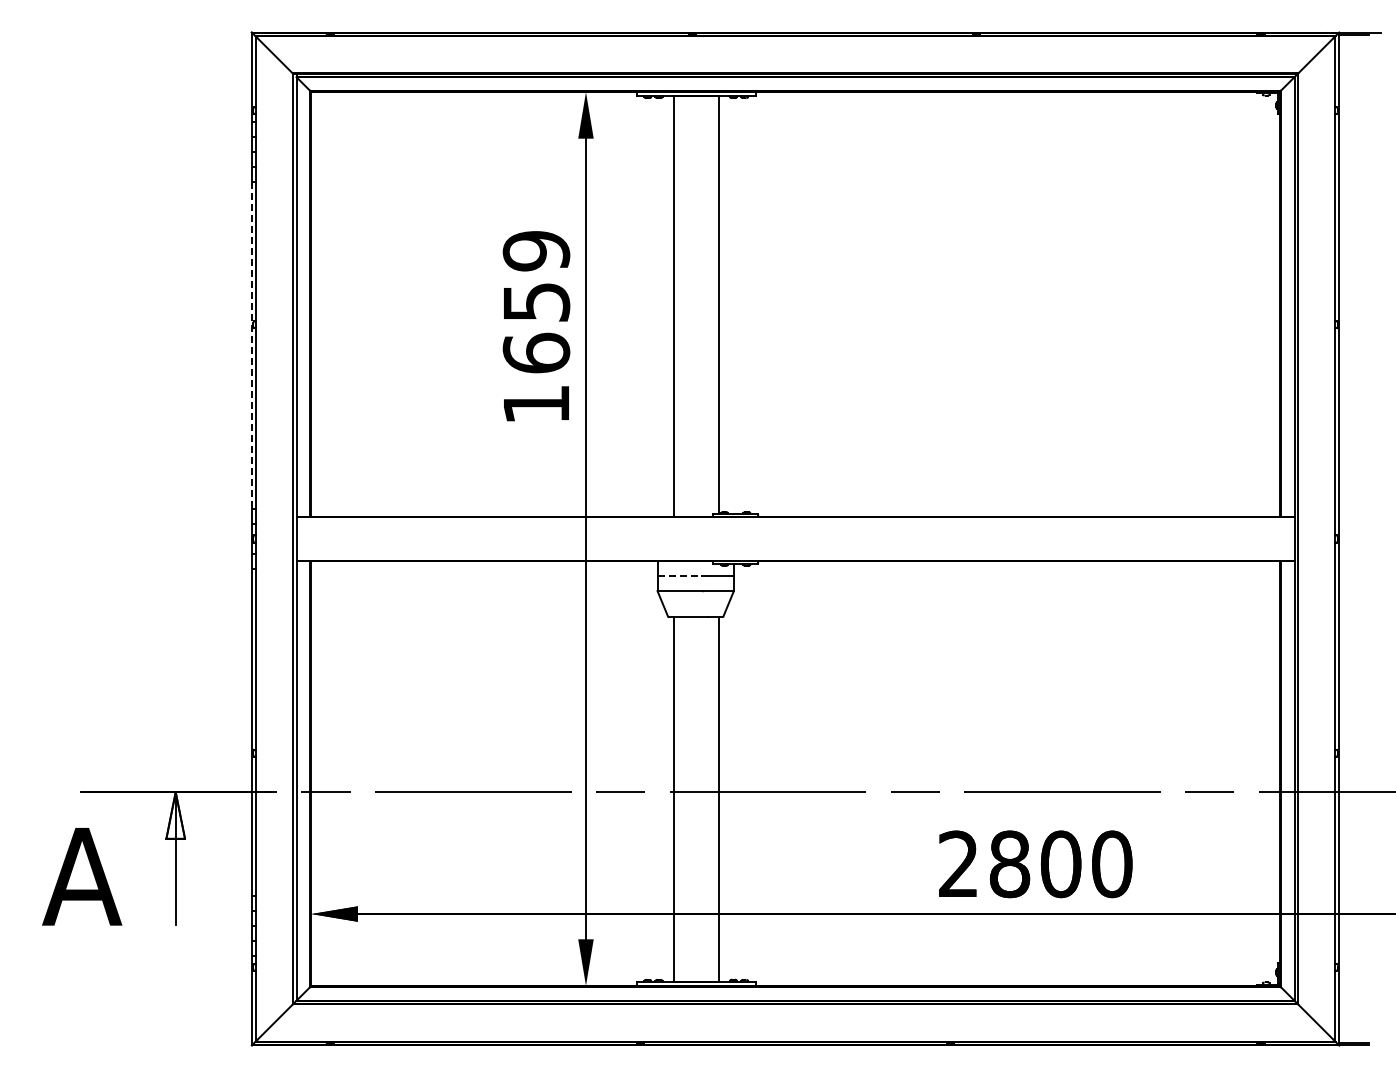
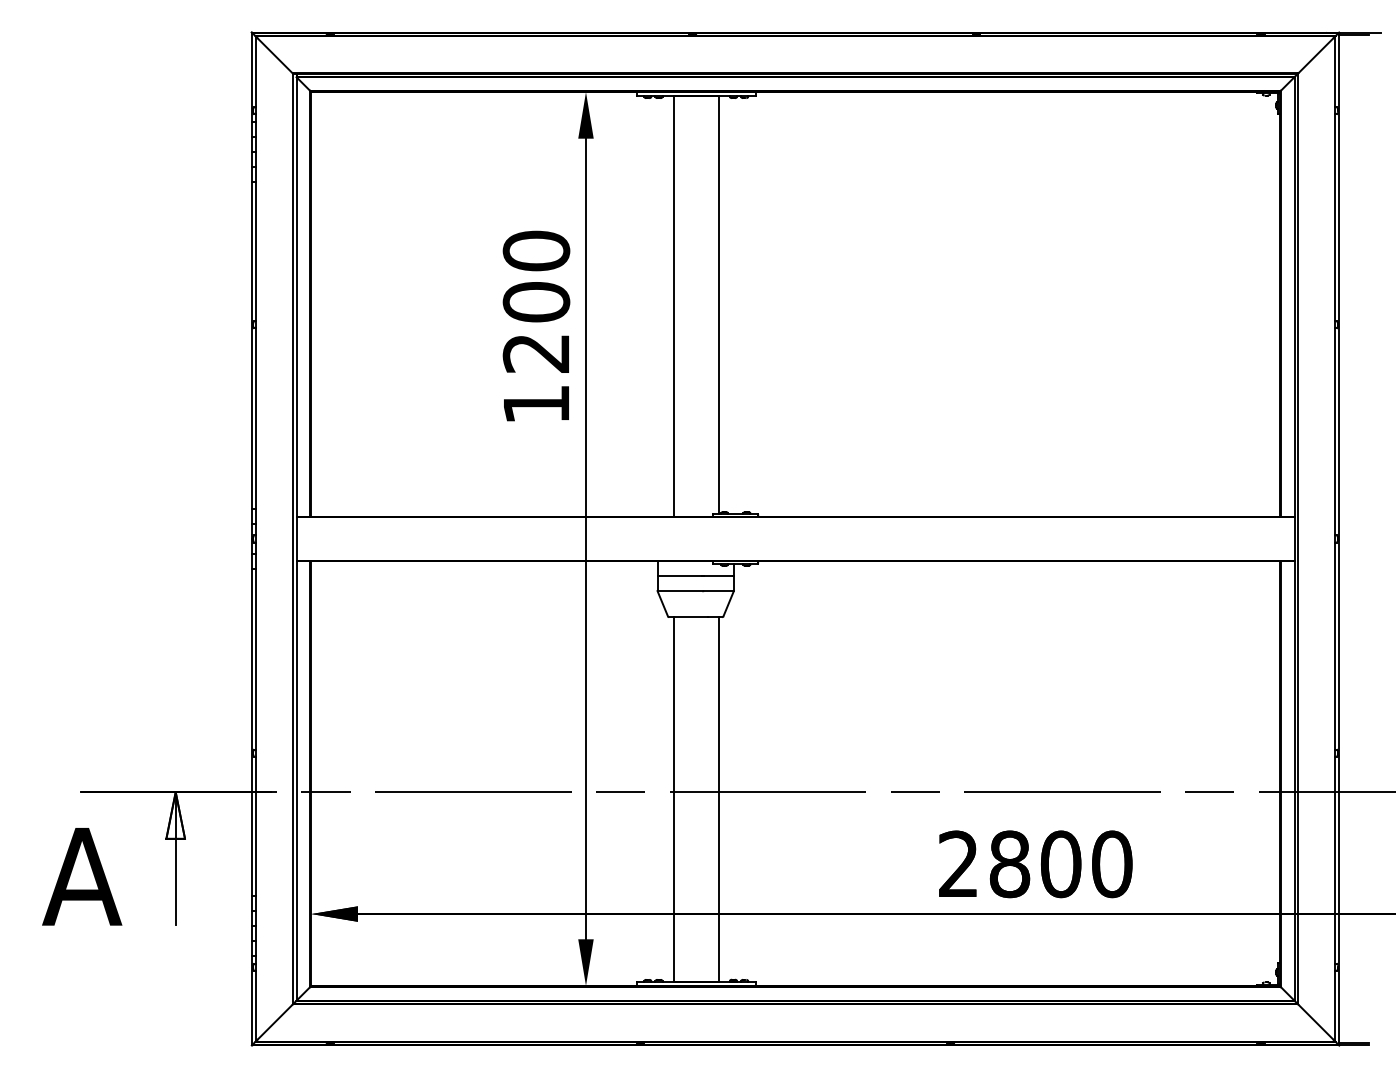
text at (536, 301): 1659 -> 1200
line at (251, 345): dashed -> solid
line at (680, 576): dashed -> solid
